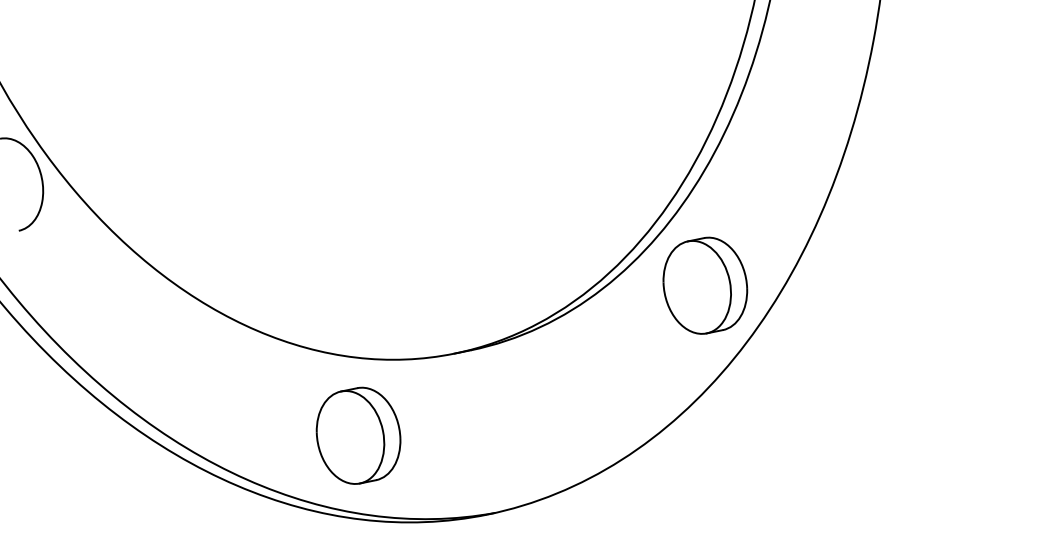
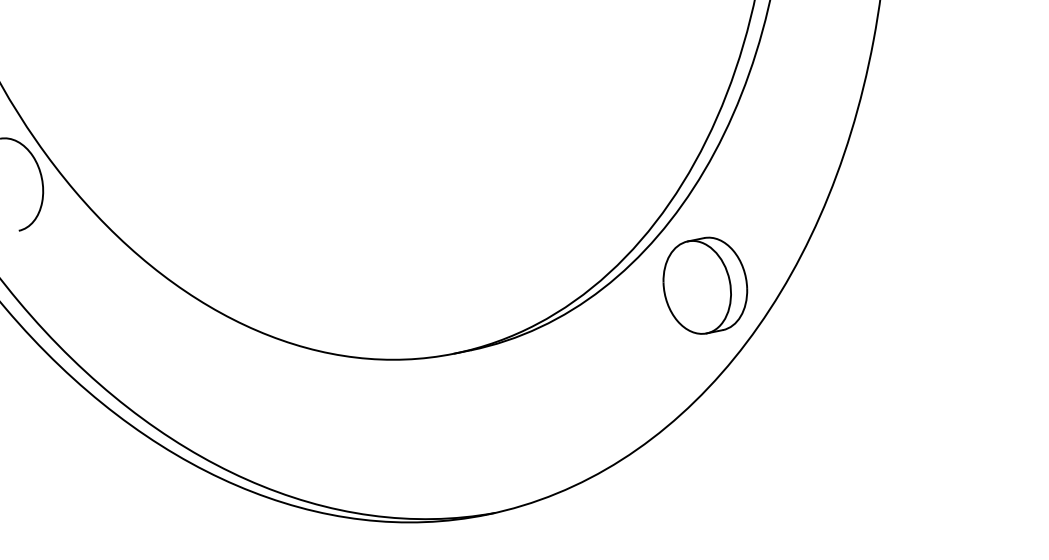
part at (358, 435): present -> none
